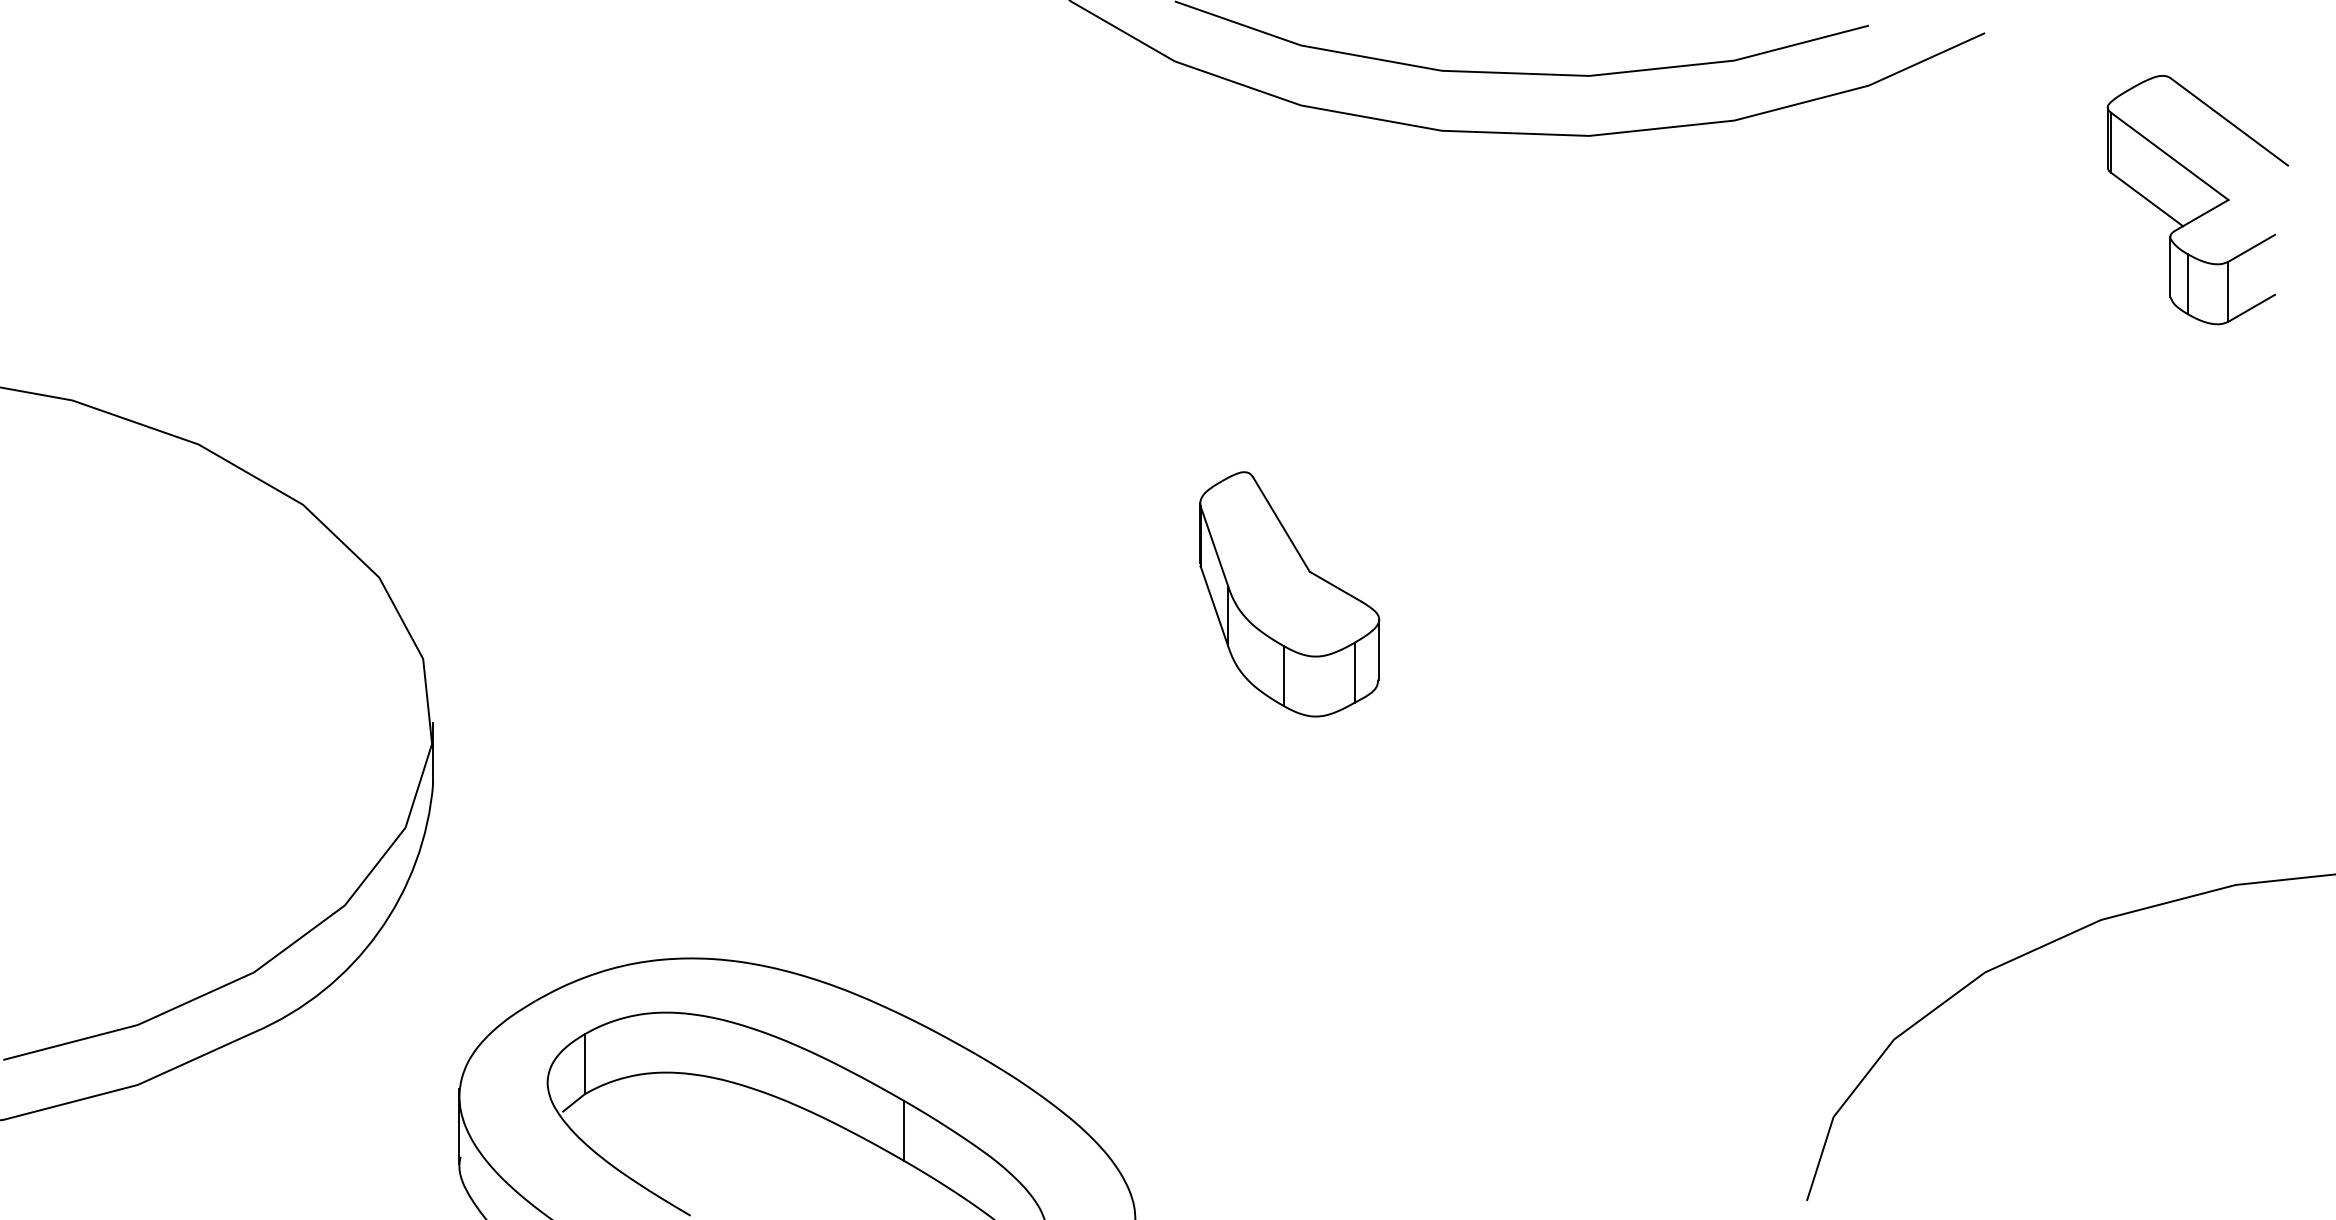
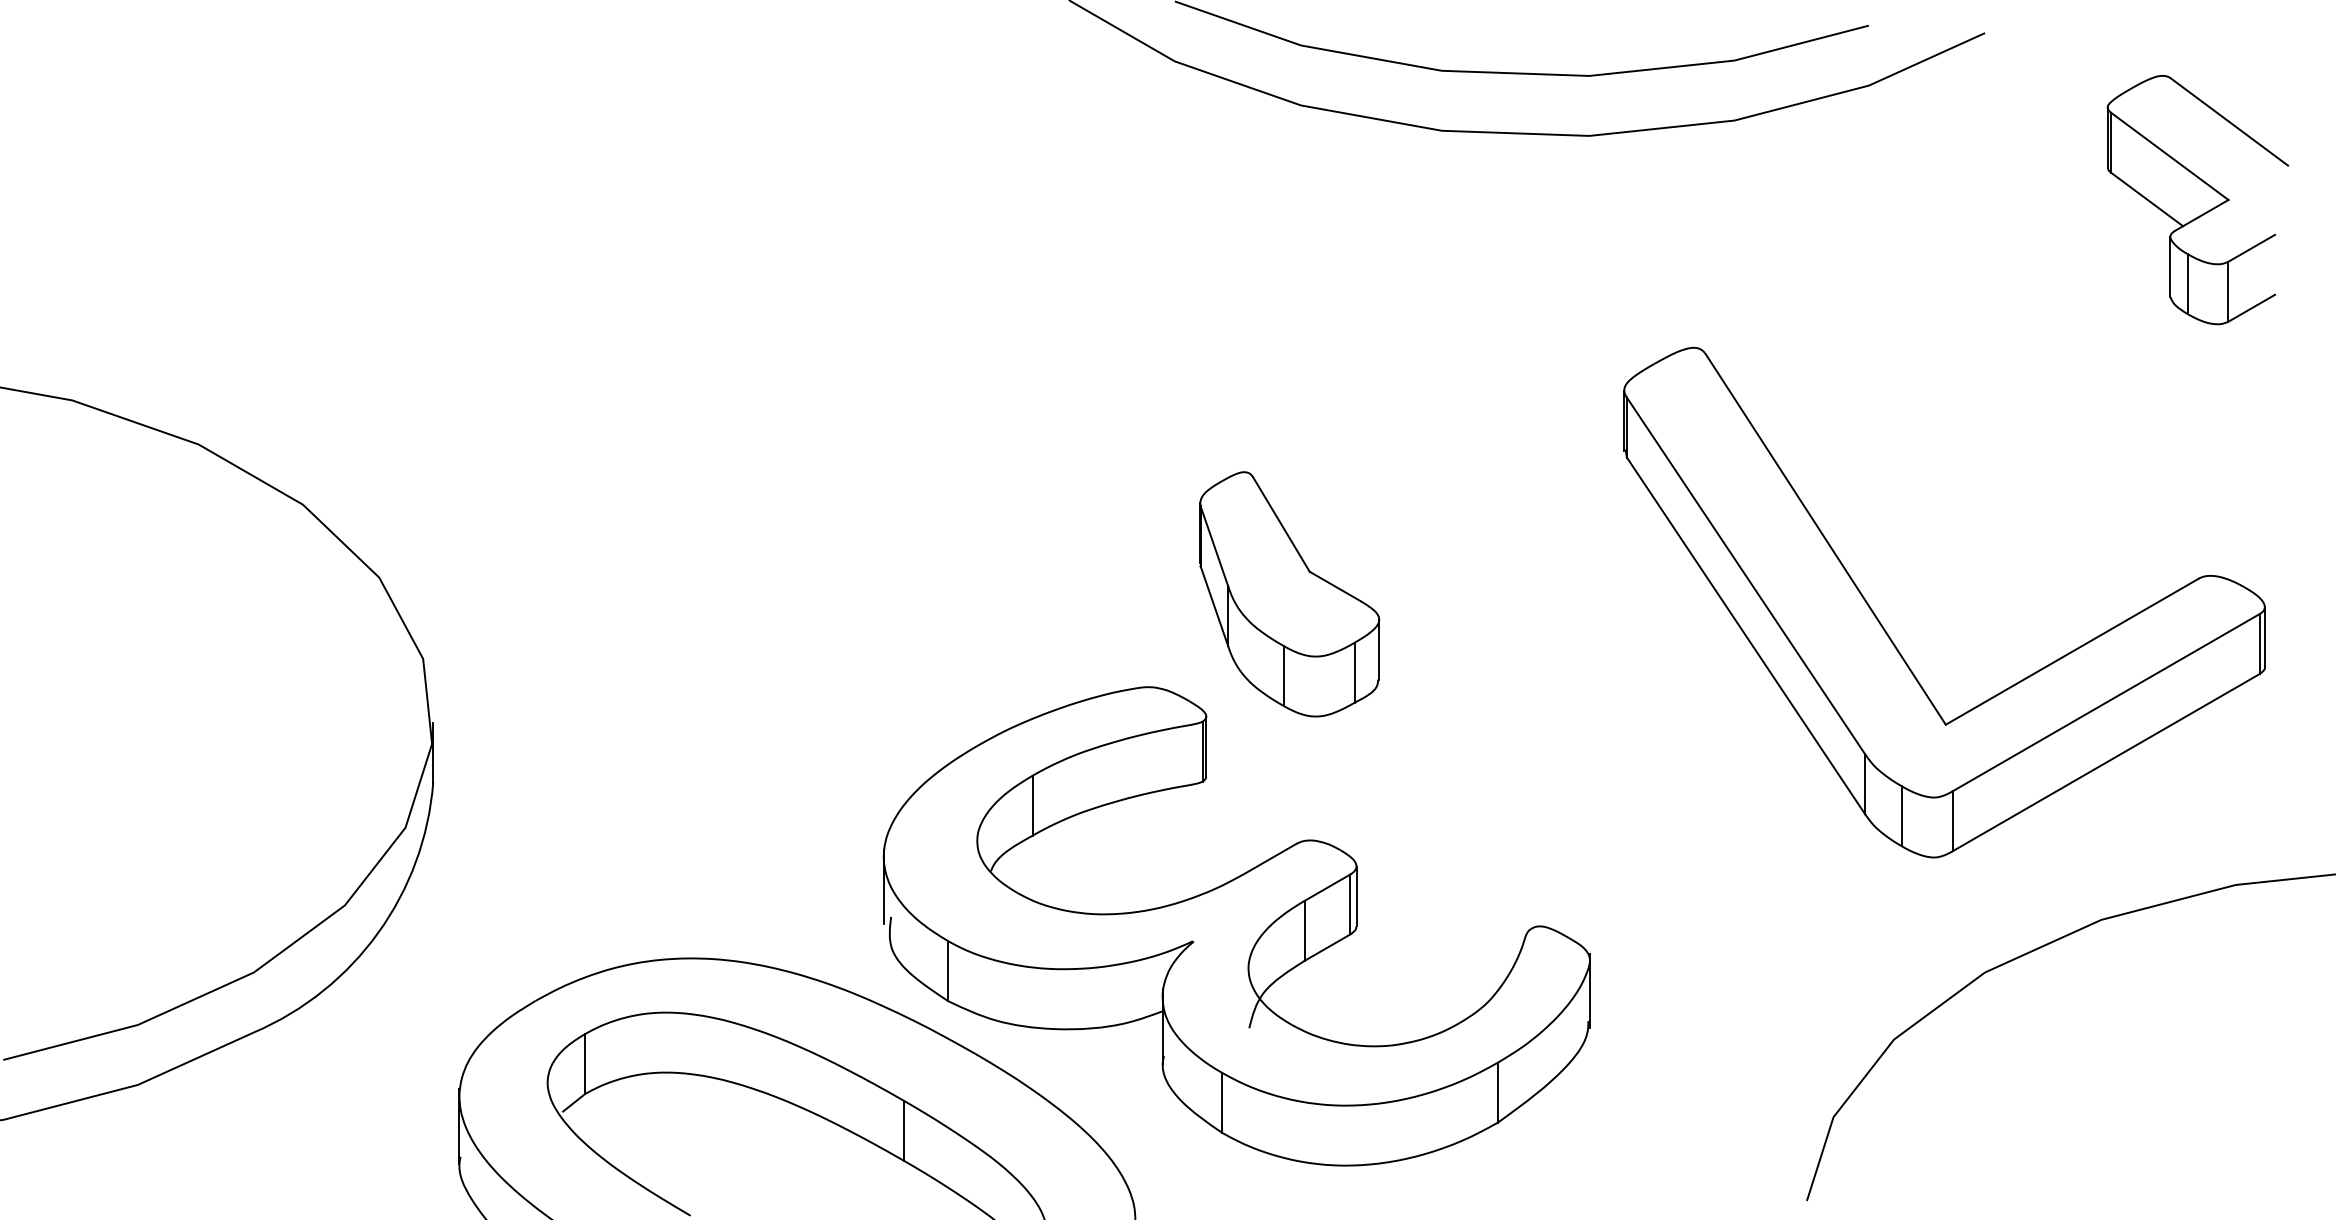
part at (1891, 638): none -> present
part at (1236, 926): none -> present
